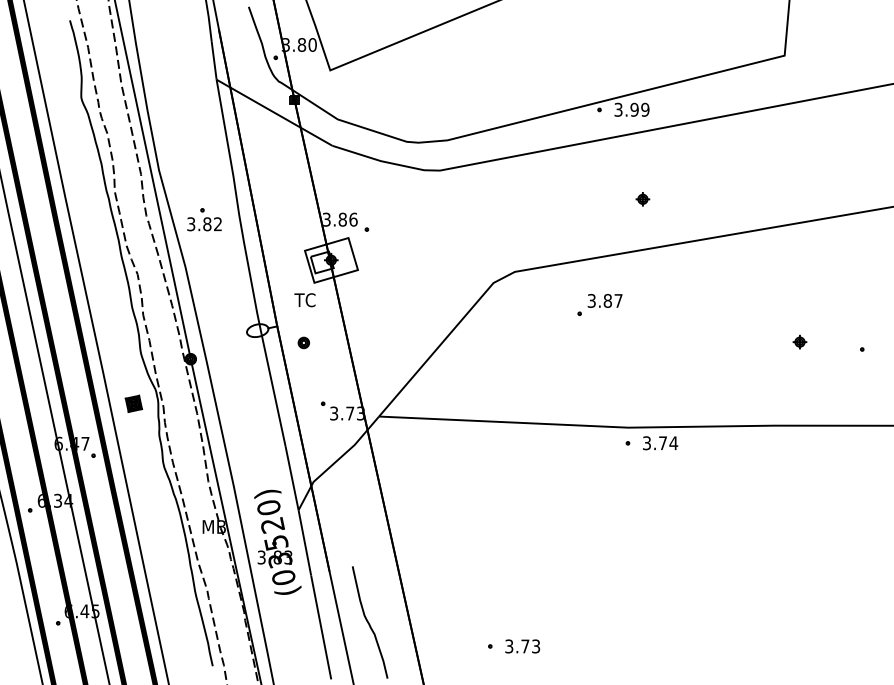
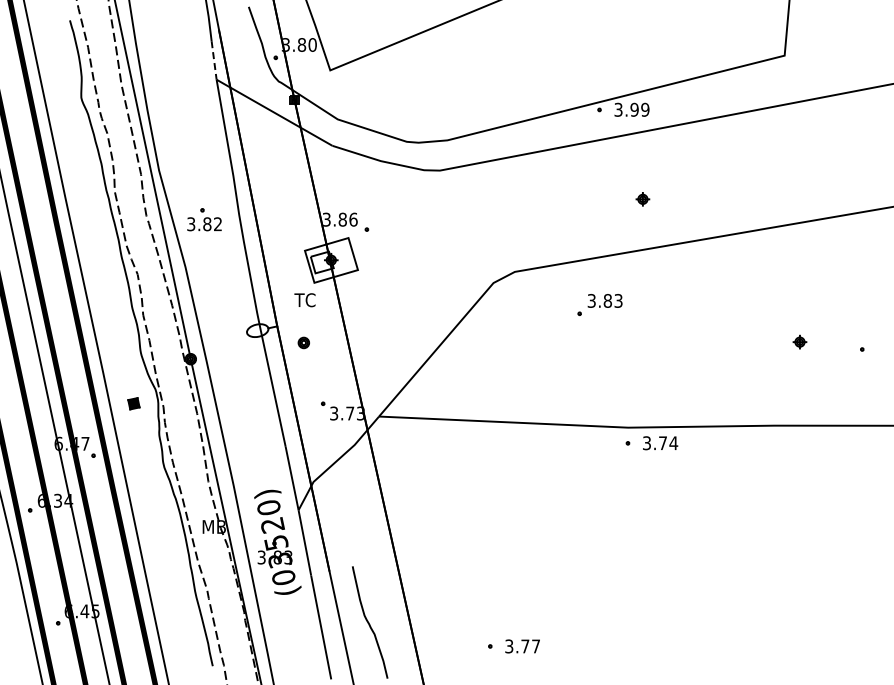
line at (214, 60): solid -> dashed
text at (618, 300): 3.87 -> 3.83
part at (133, 403) size: 20x19 px -> 14x14 px
text at (536, 646): 3.73 -> 3.77
